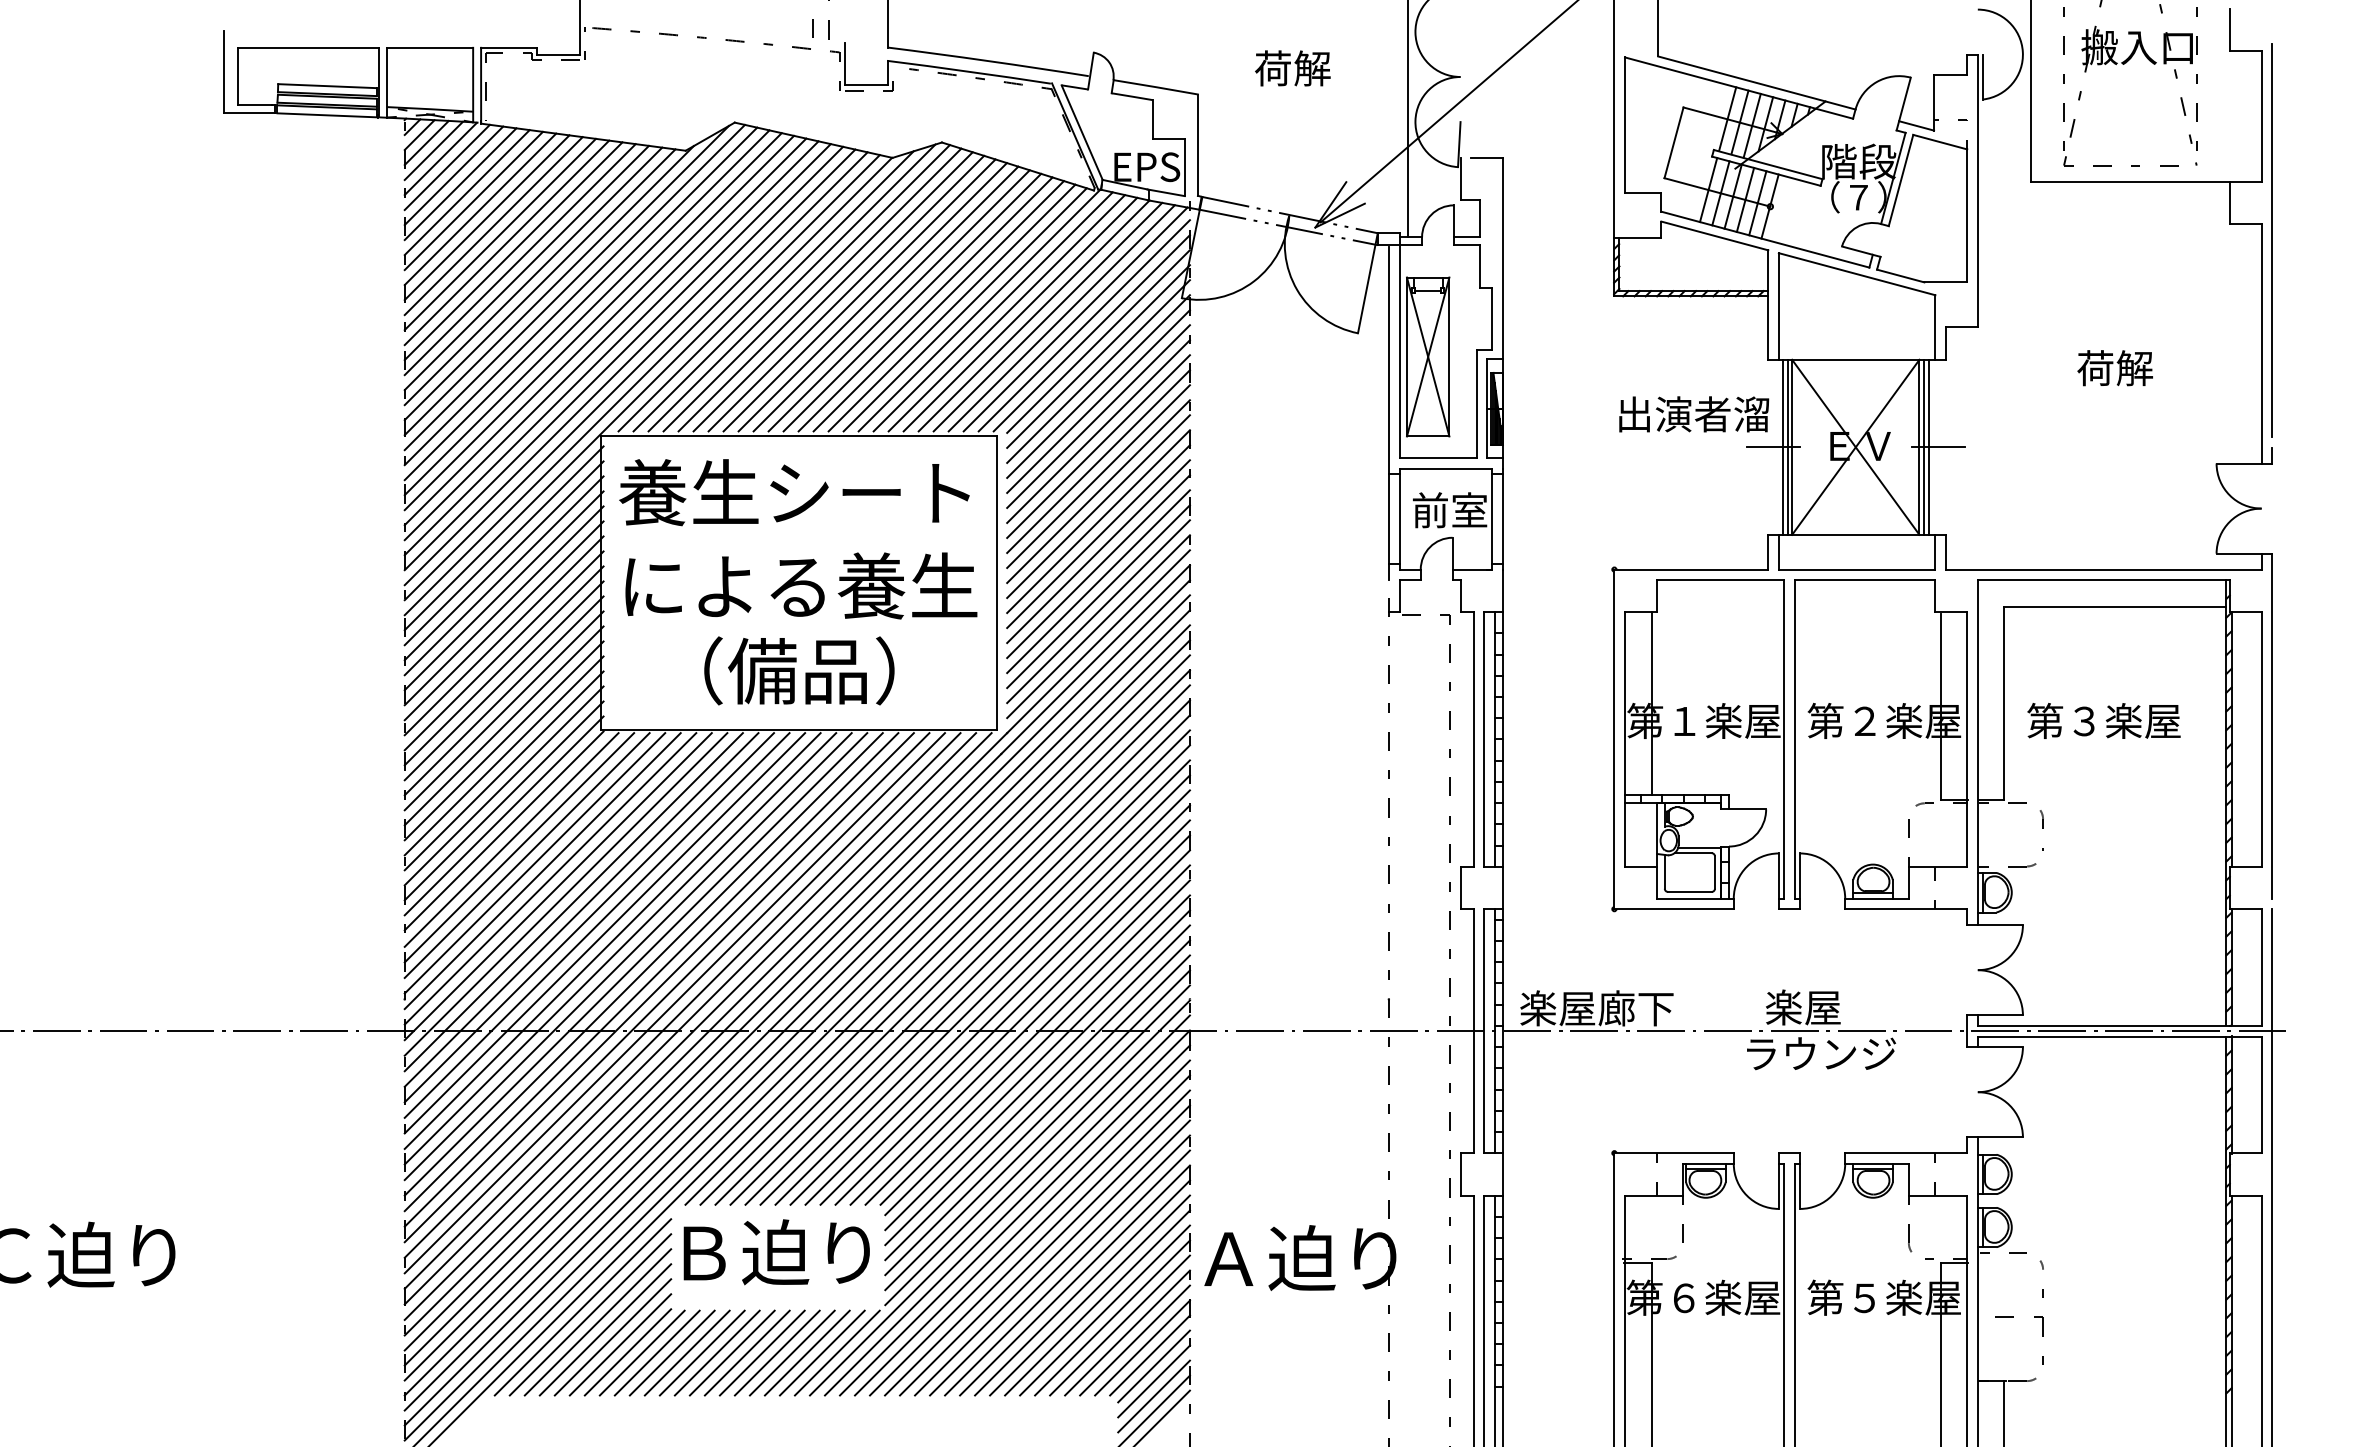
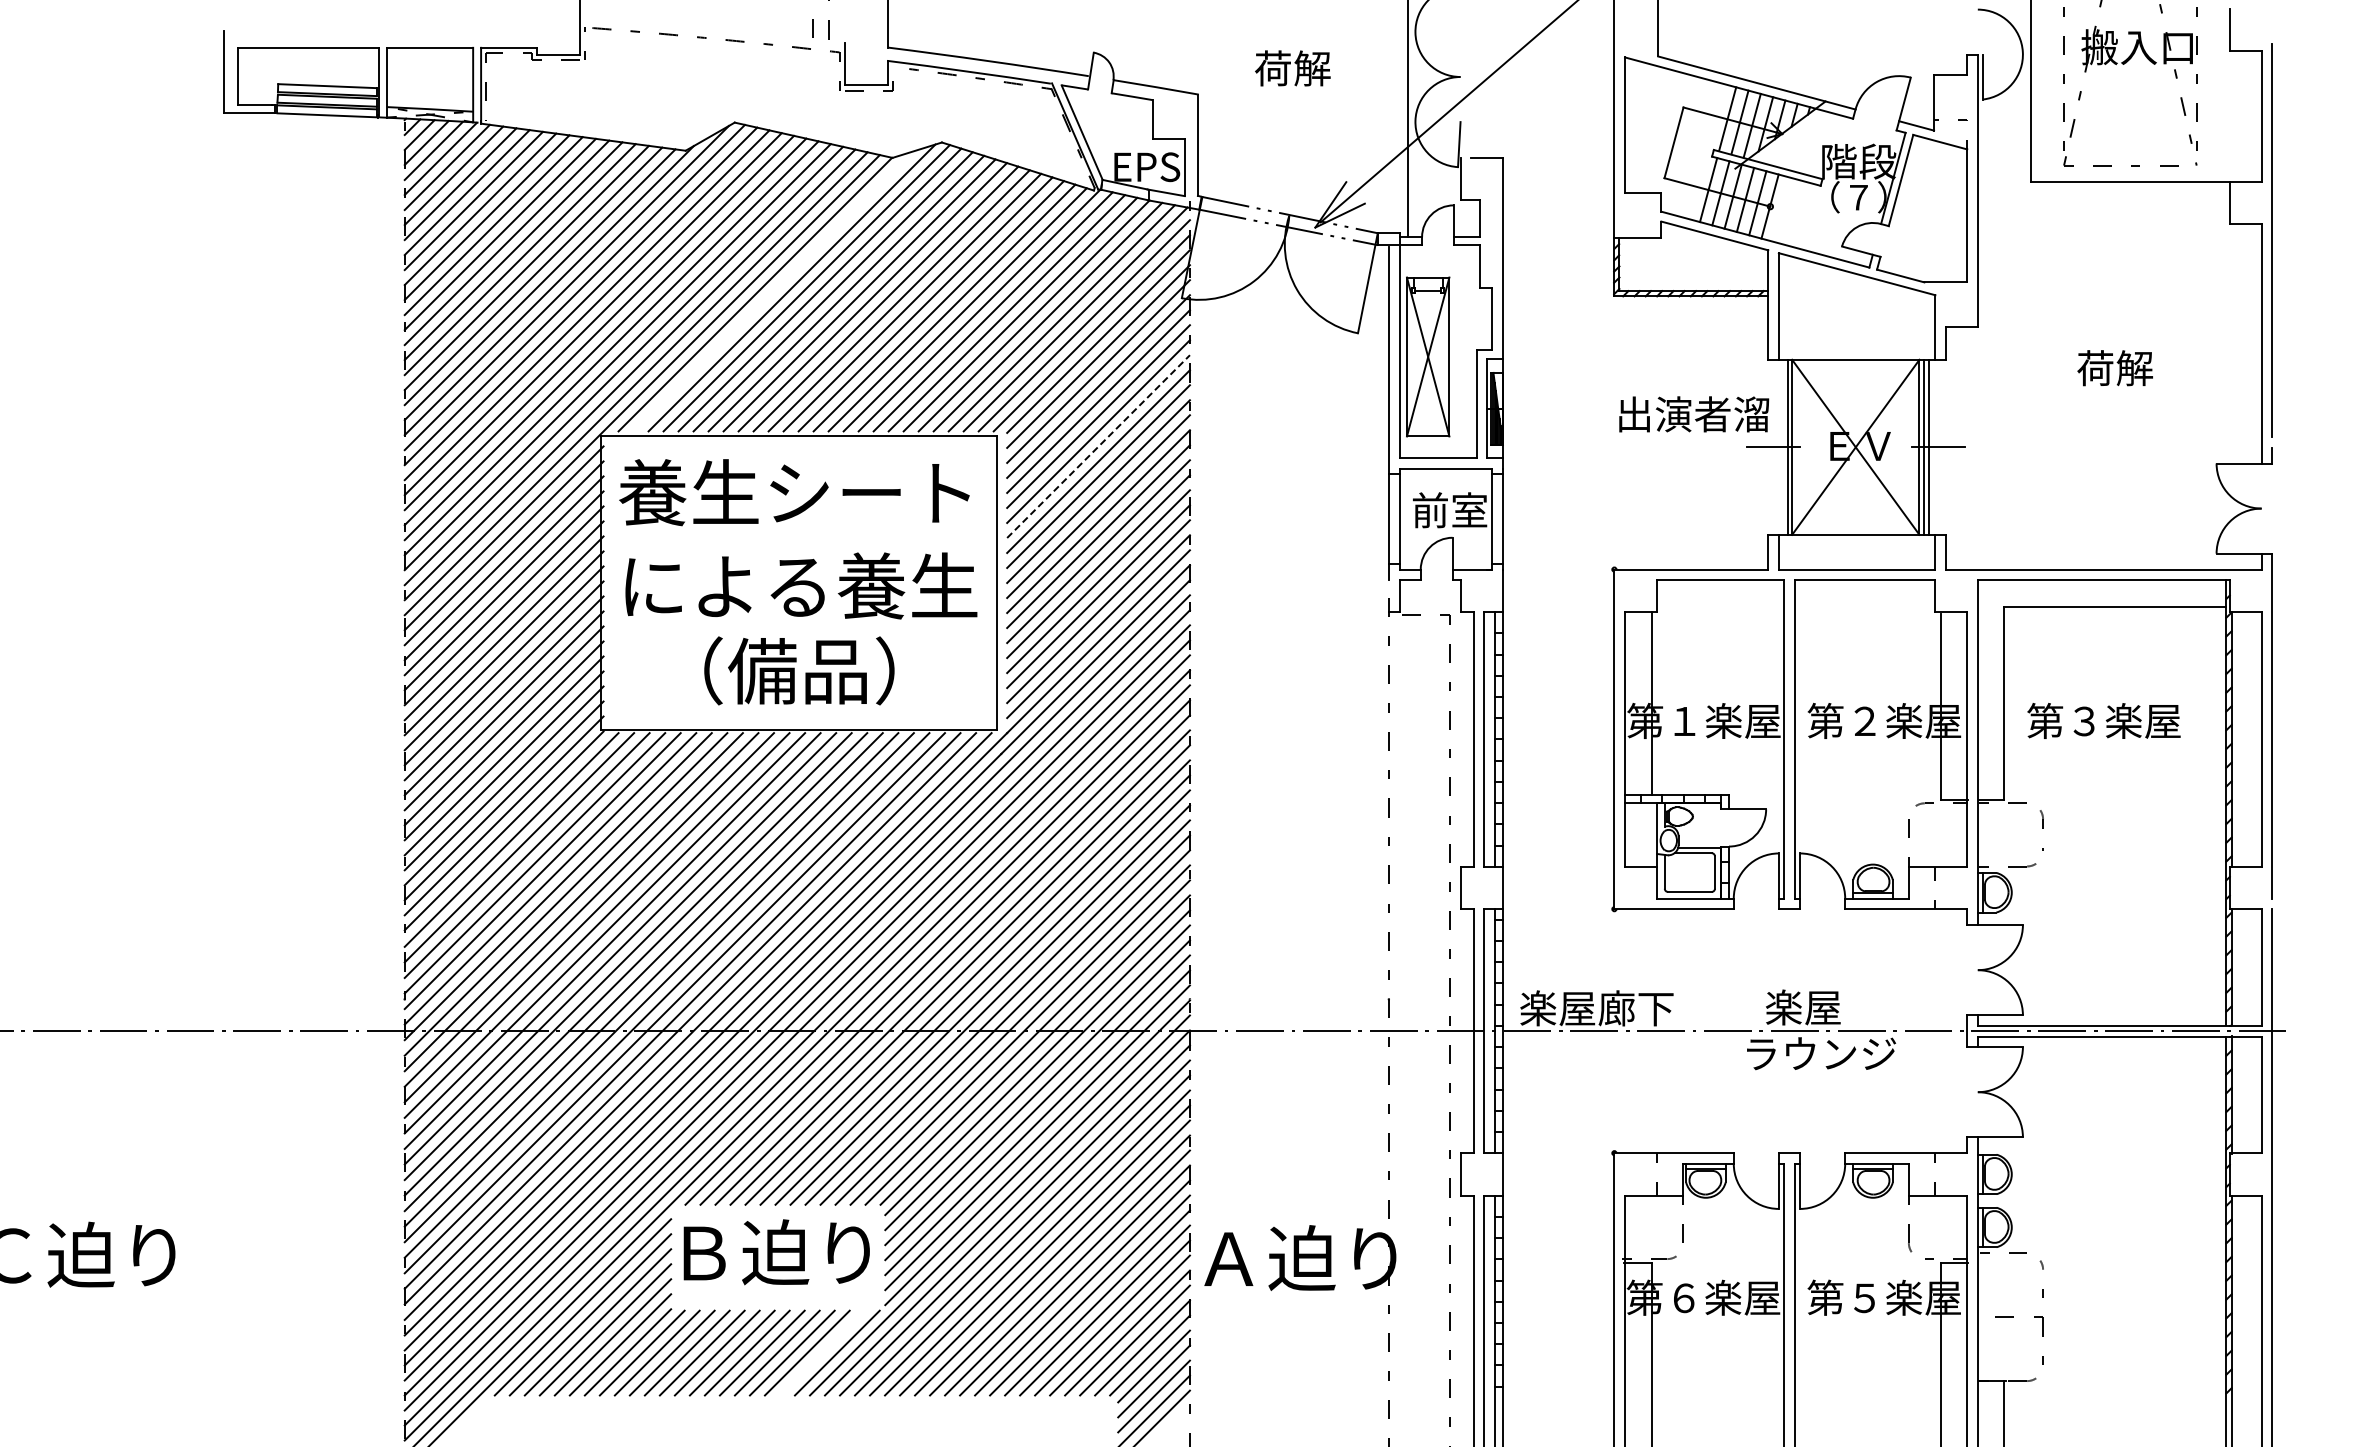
line at (773, 291): present -> none
line at (1098, 446): solid -> dashed
line at (1783, 446): present -> none
line at (821, 1352): present -> none
